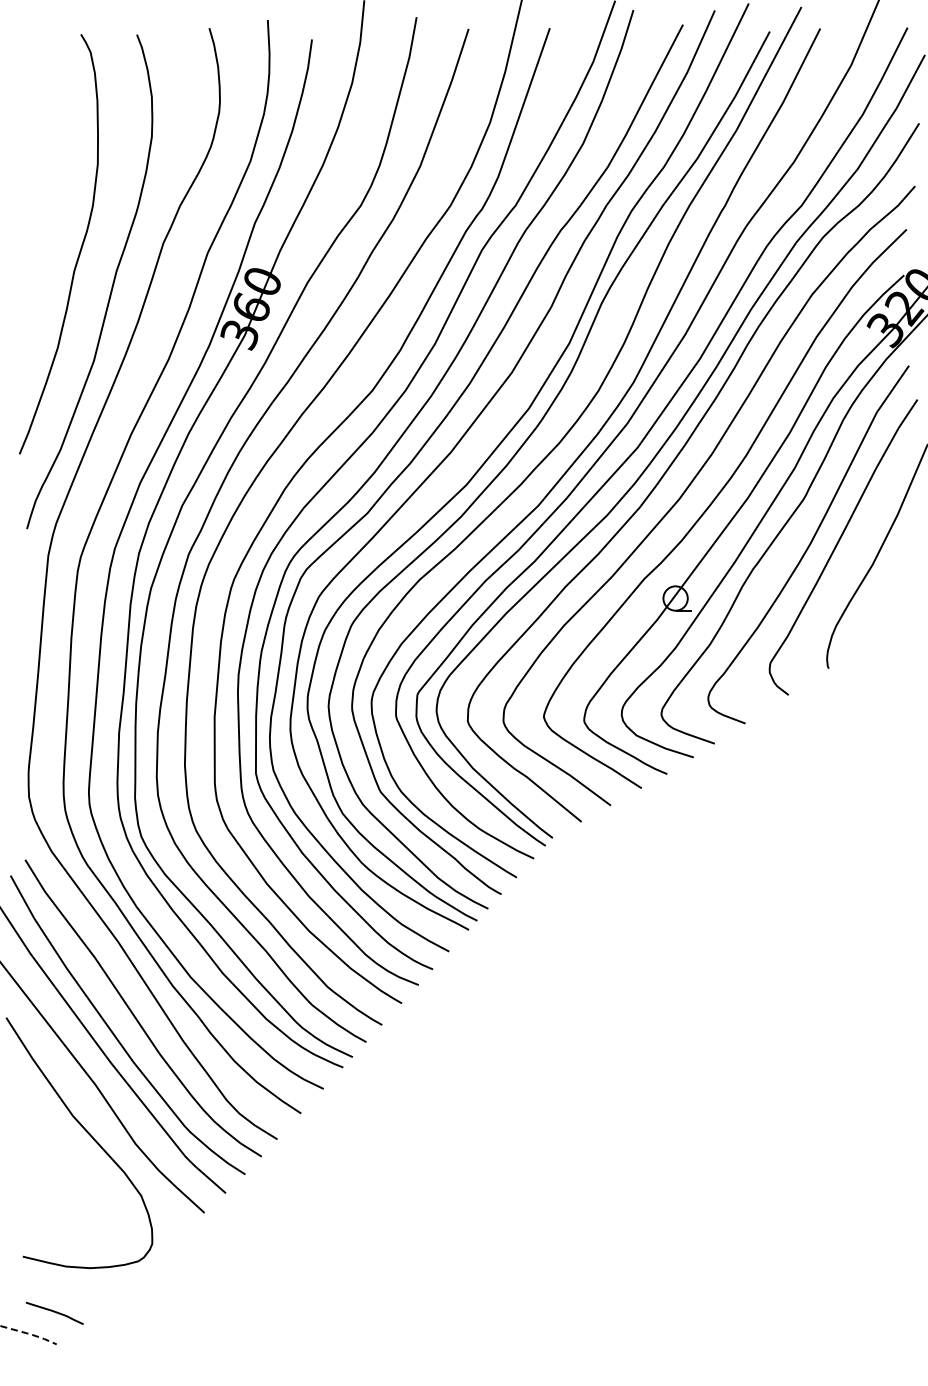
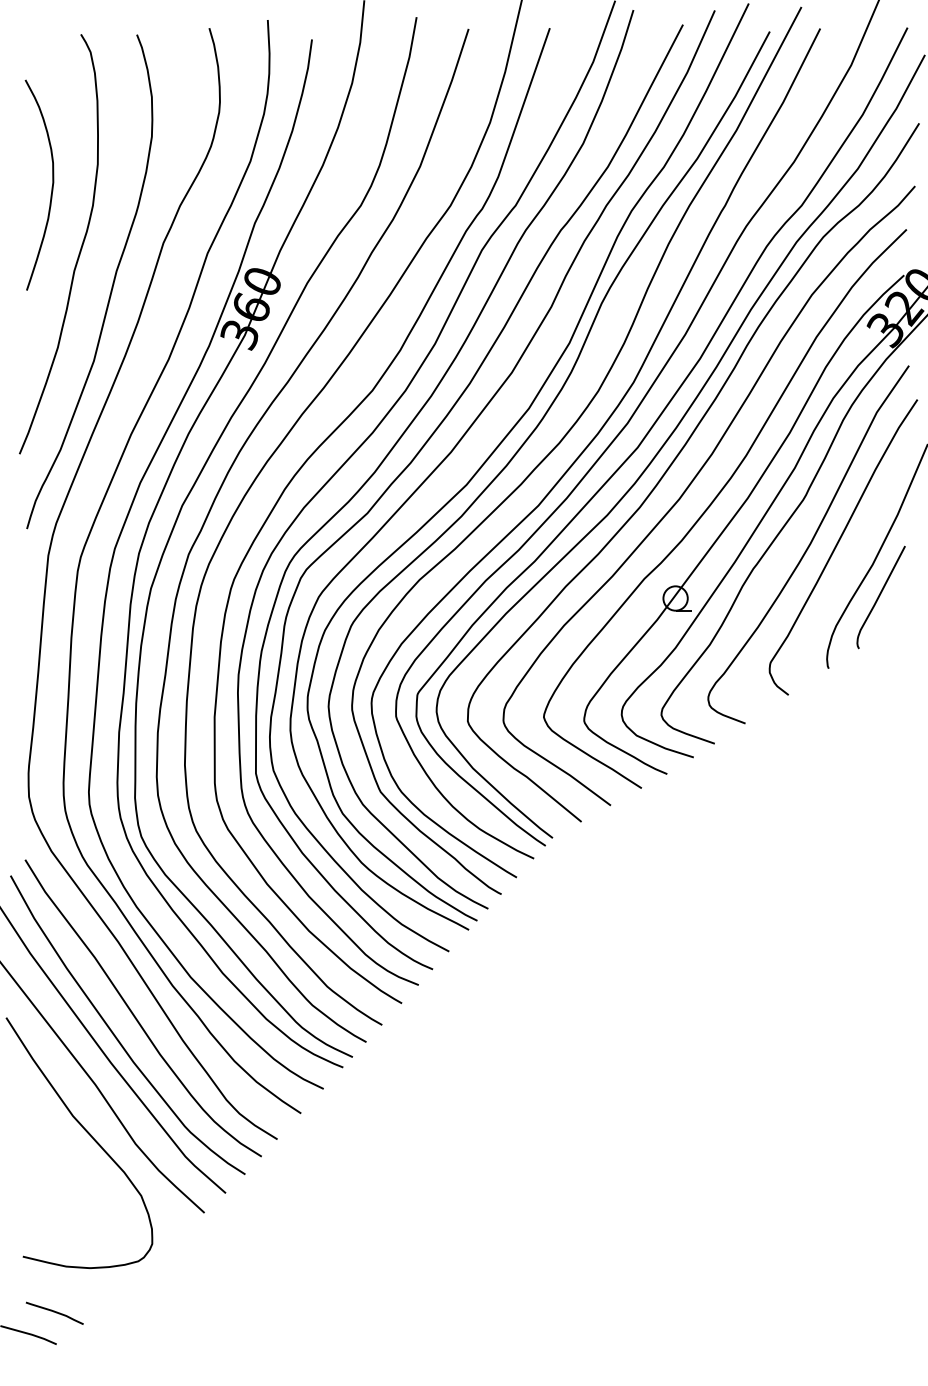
curve at (51, 186): none -> present
curve at (879, 597): none -> present
line at (30, 1334): dashed -> solid
